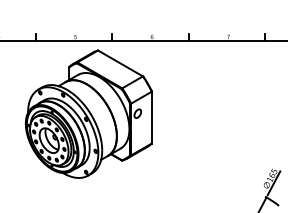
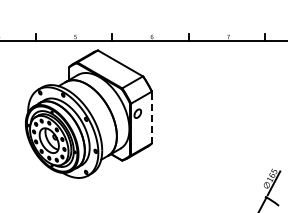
line at (151, 117): solid -> dashed
